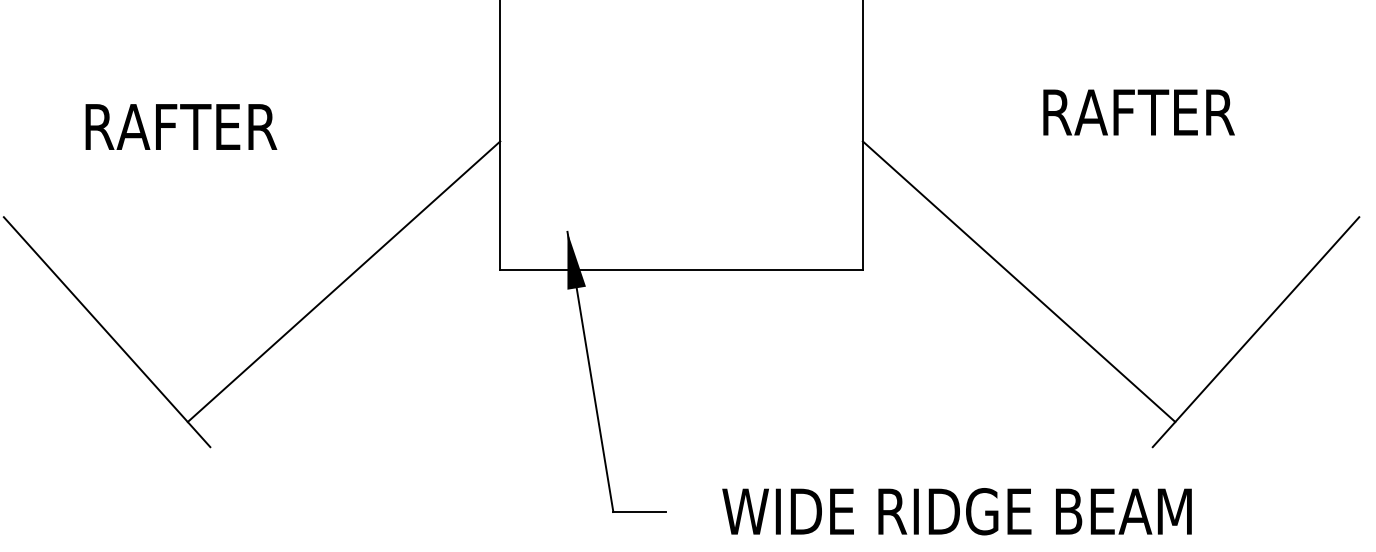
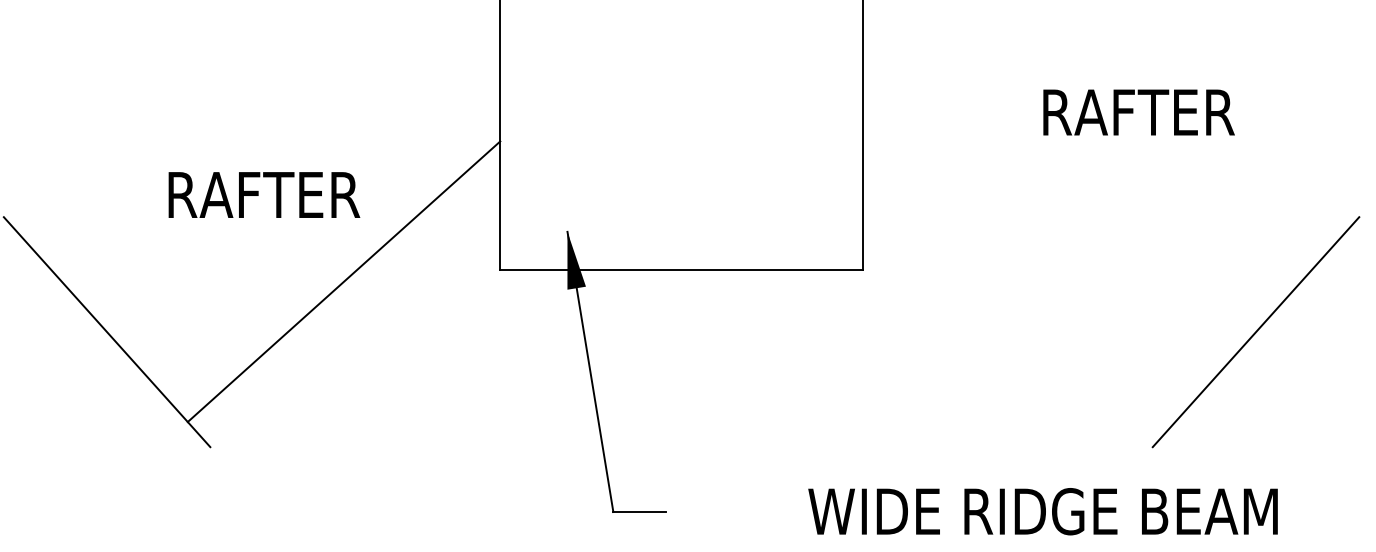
text at (181, 126) position: (181, 126) -> (264, 194)
line at (1018, 281): present -> none
text at (956, 511) position: (956, 511) -> (1042, 511)
